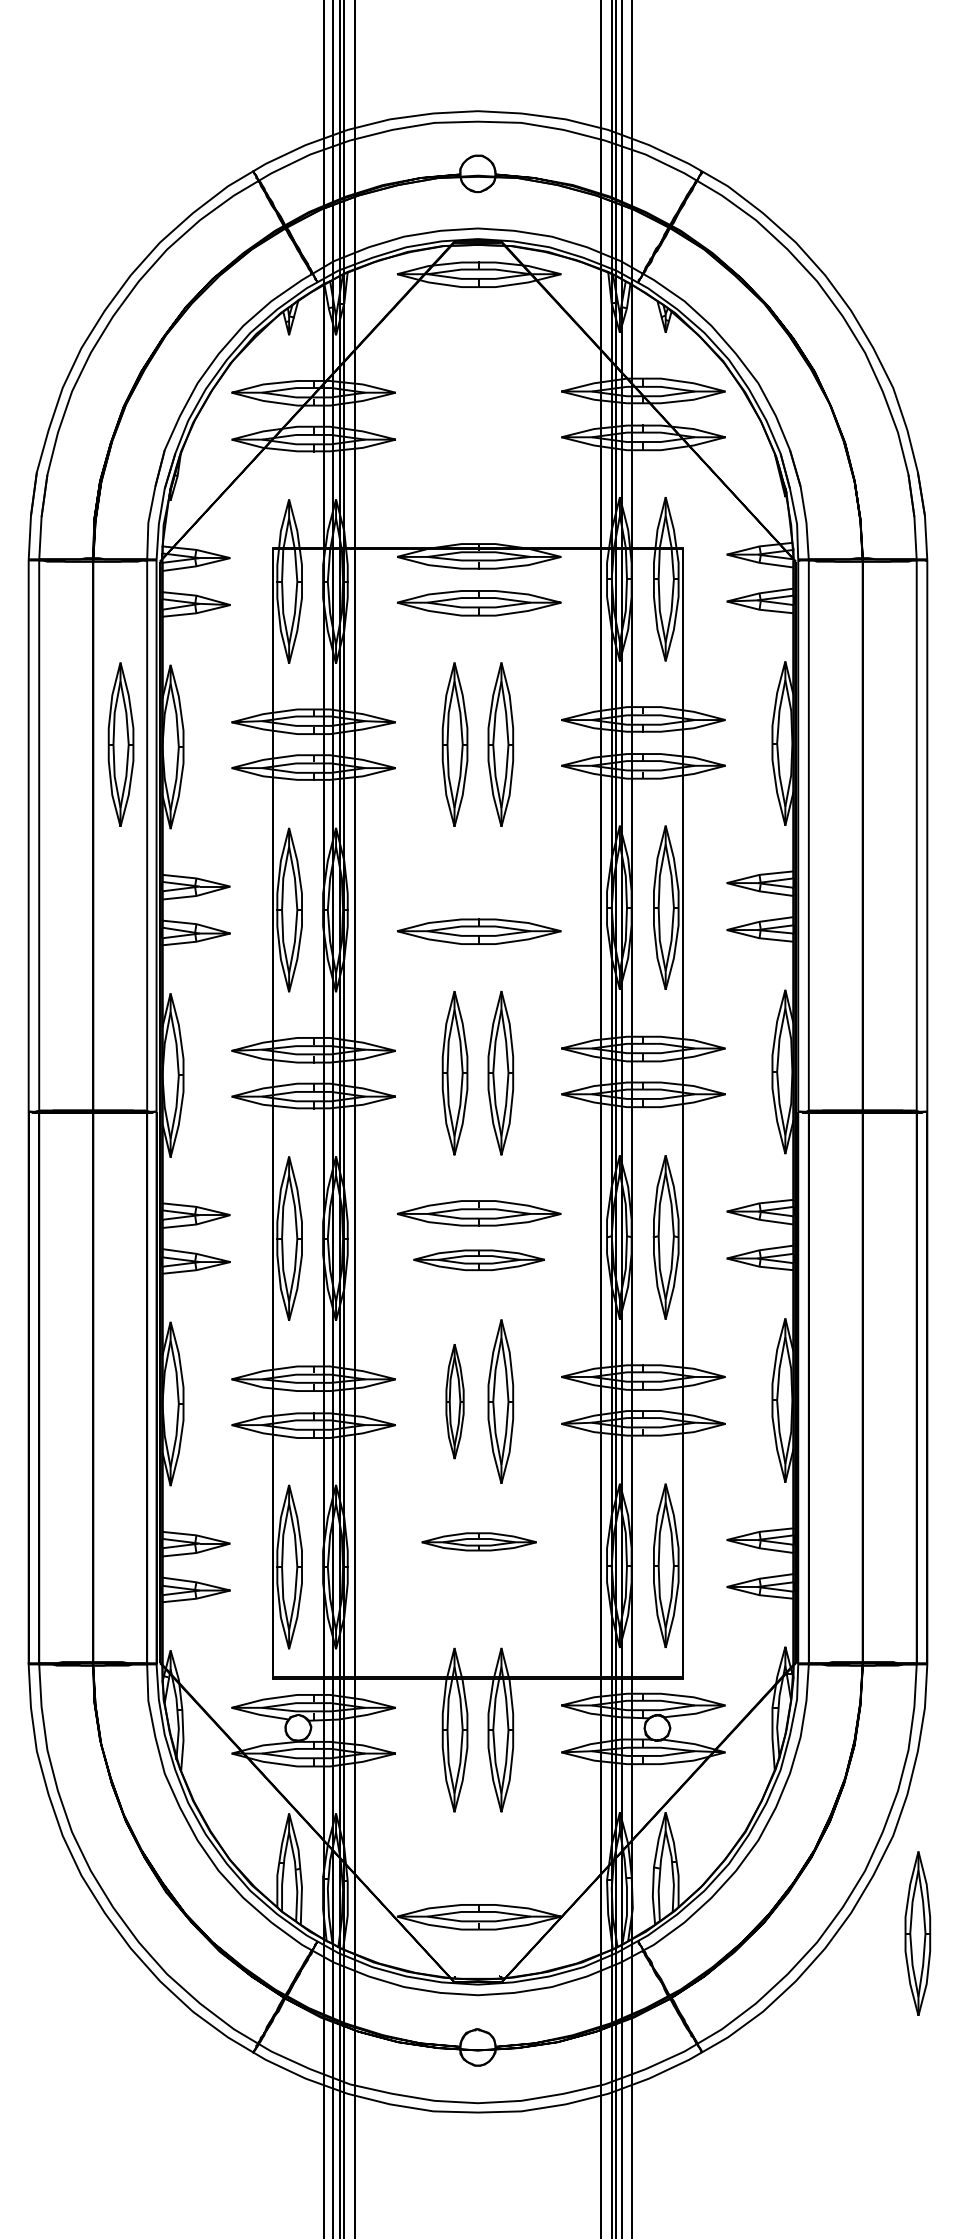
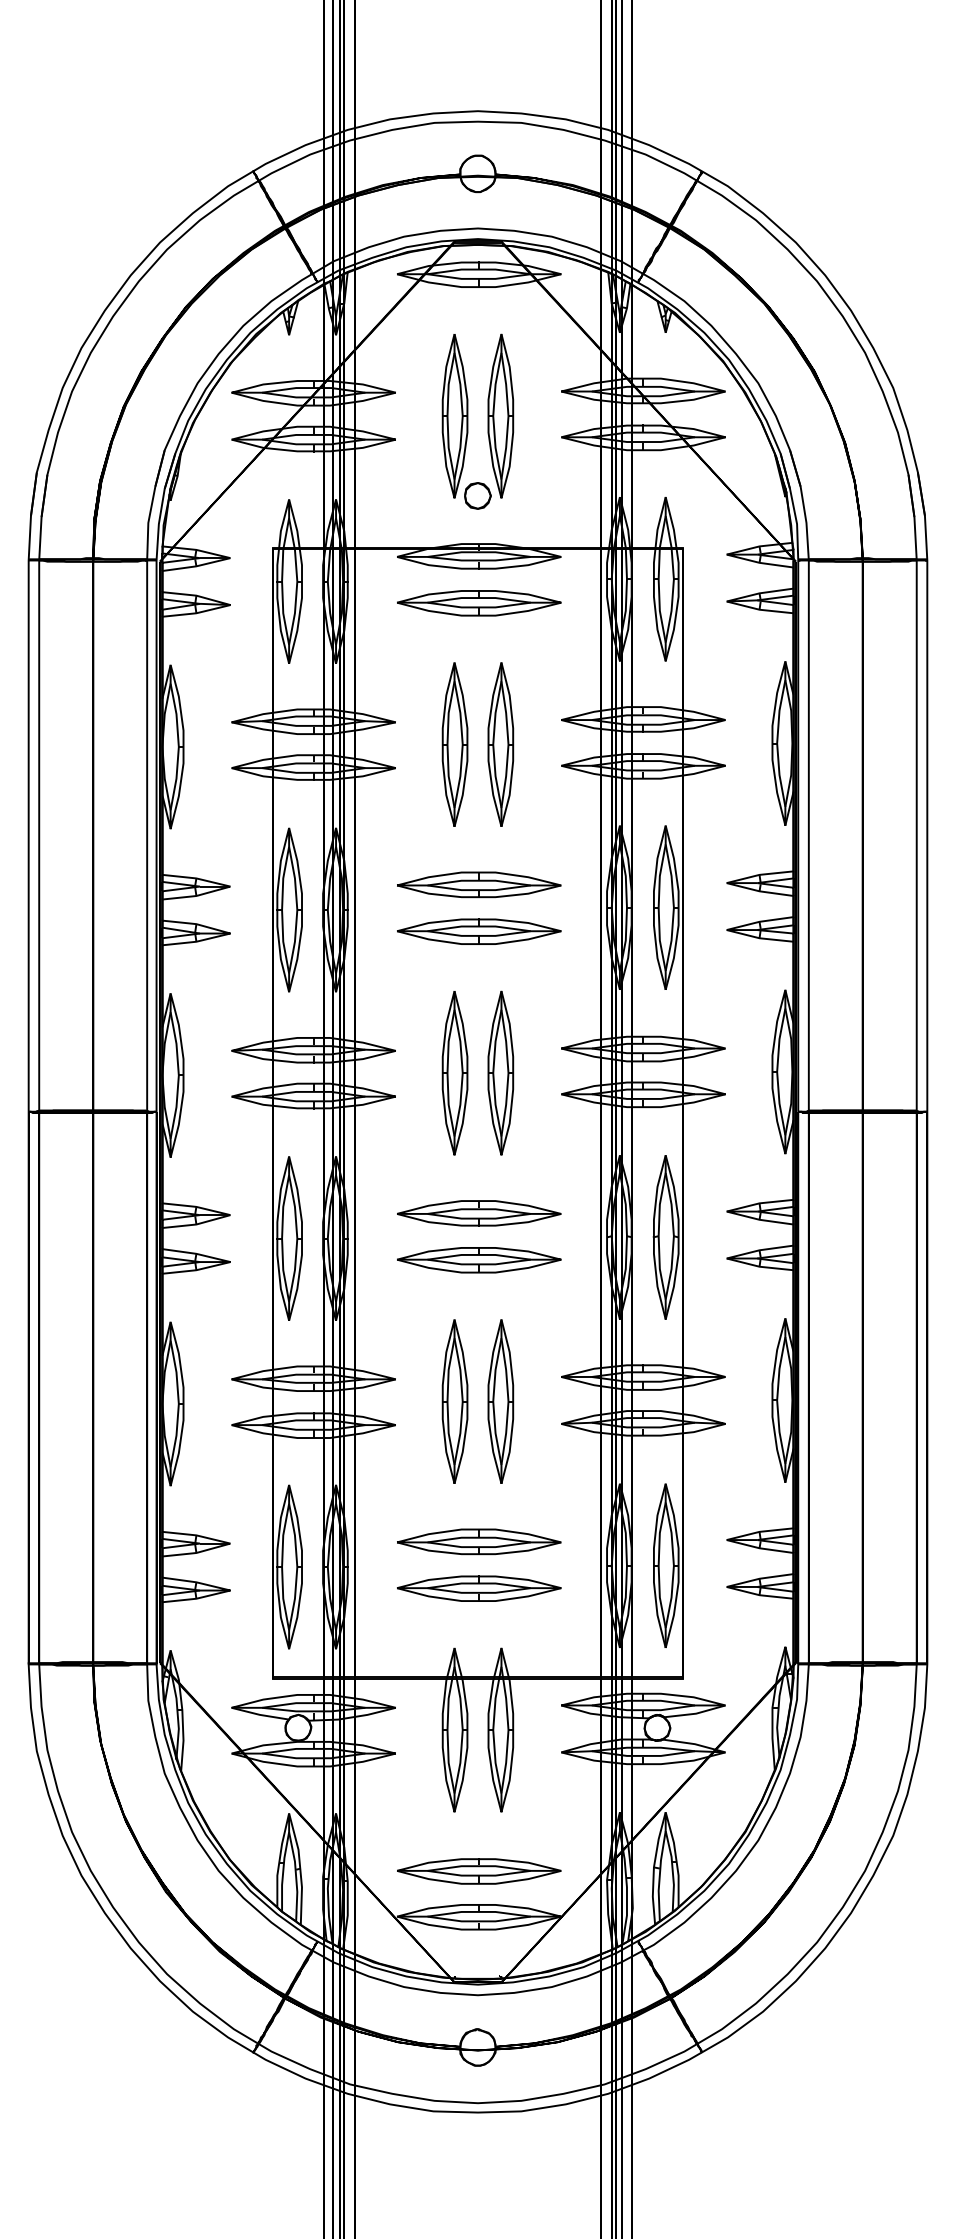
part at (468, 421): none -> present
part at (120, 744): present -> none
part at (479, 884): none -> present
part at (478, 1260) size: 132x23 px -> 165x27 px
part at (454, 1401) size: 20x116 px -> 28x165 px
part at (478, 1541) size: 116x20 px -> 165x28 px
part at (479, 1588): none -> present
part at (479, 1871): none -> present
part at (917, 1933): present -> none
